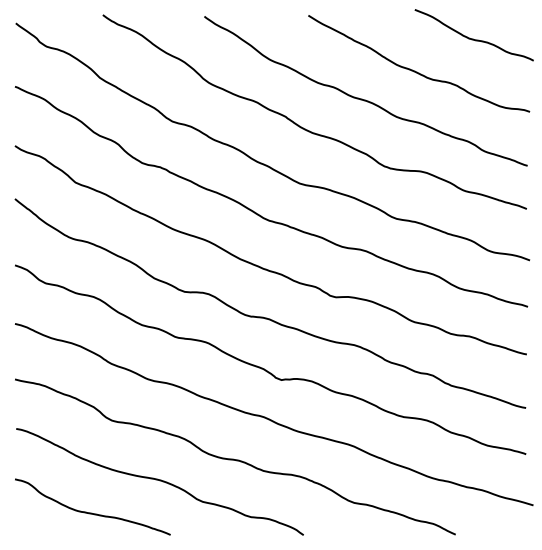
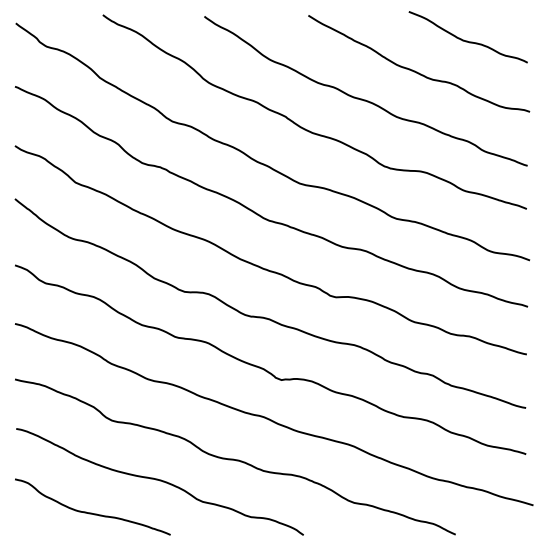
curve at (473, 38) position: (473, 38) -> (467, 40)
